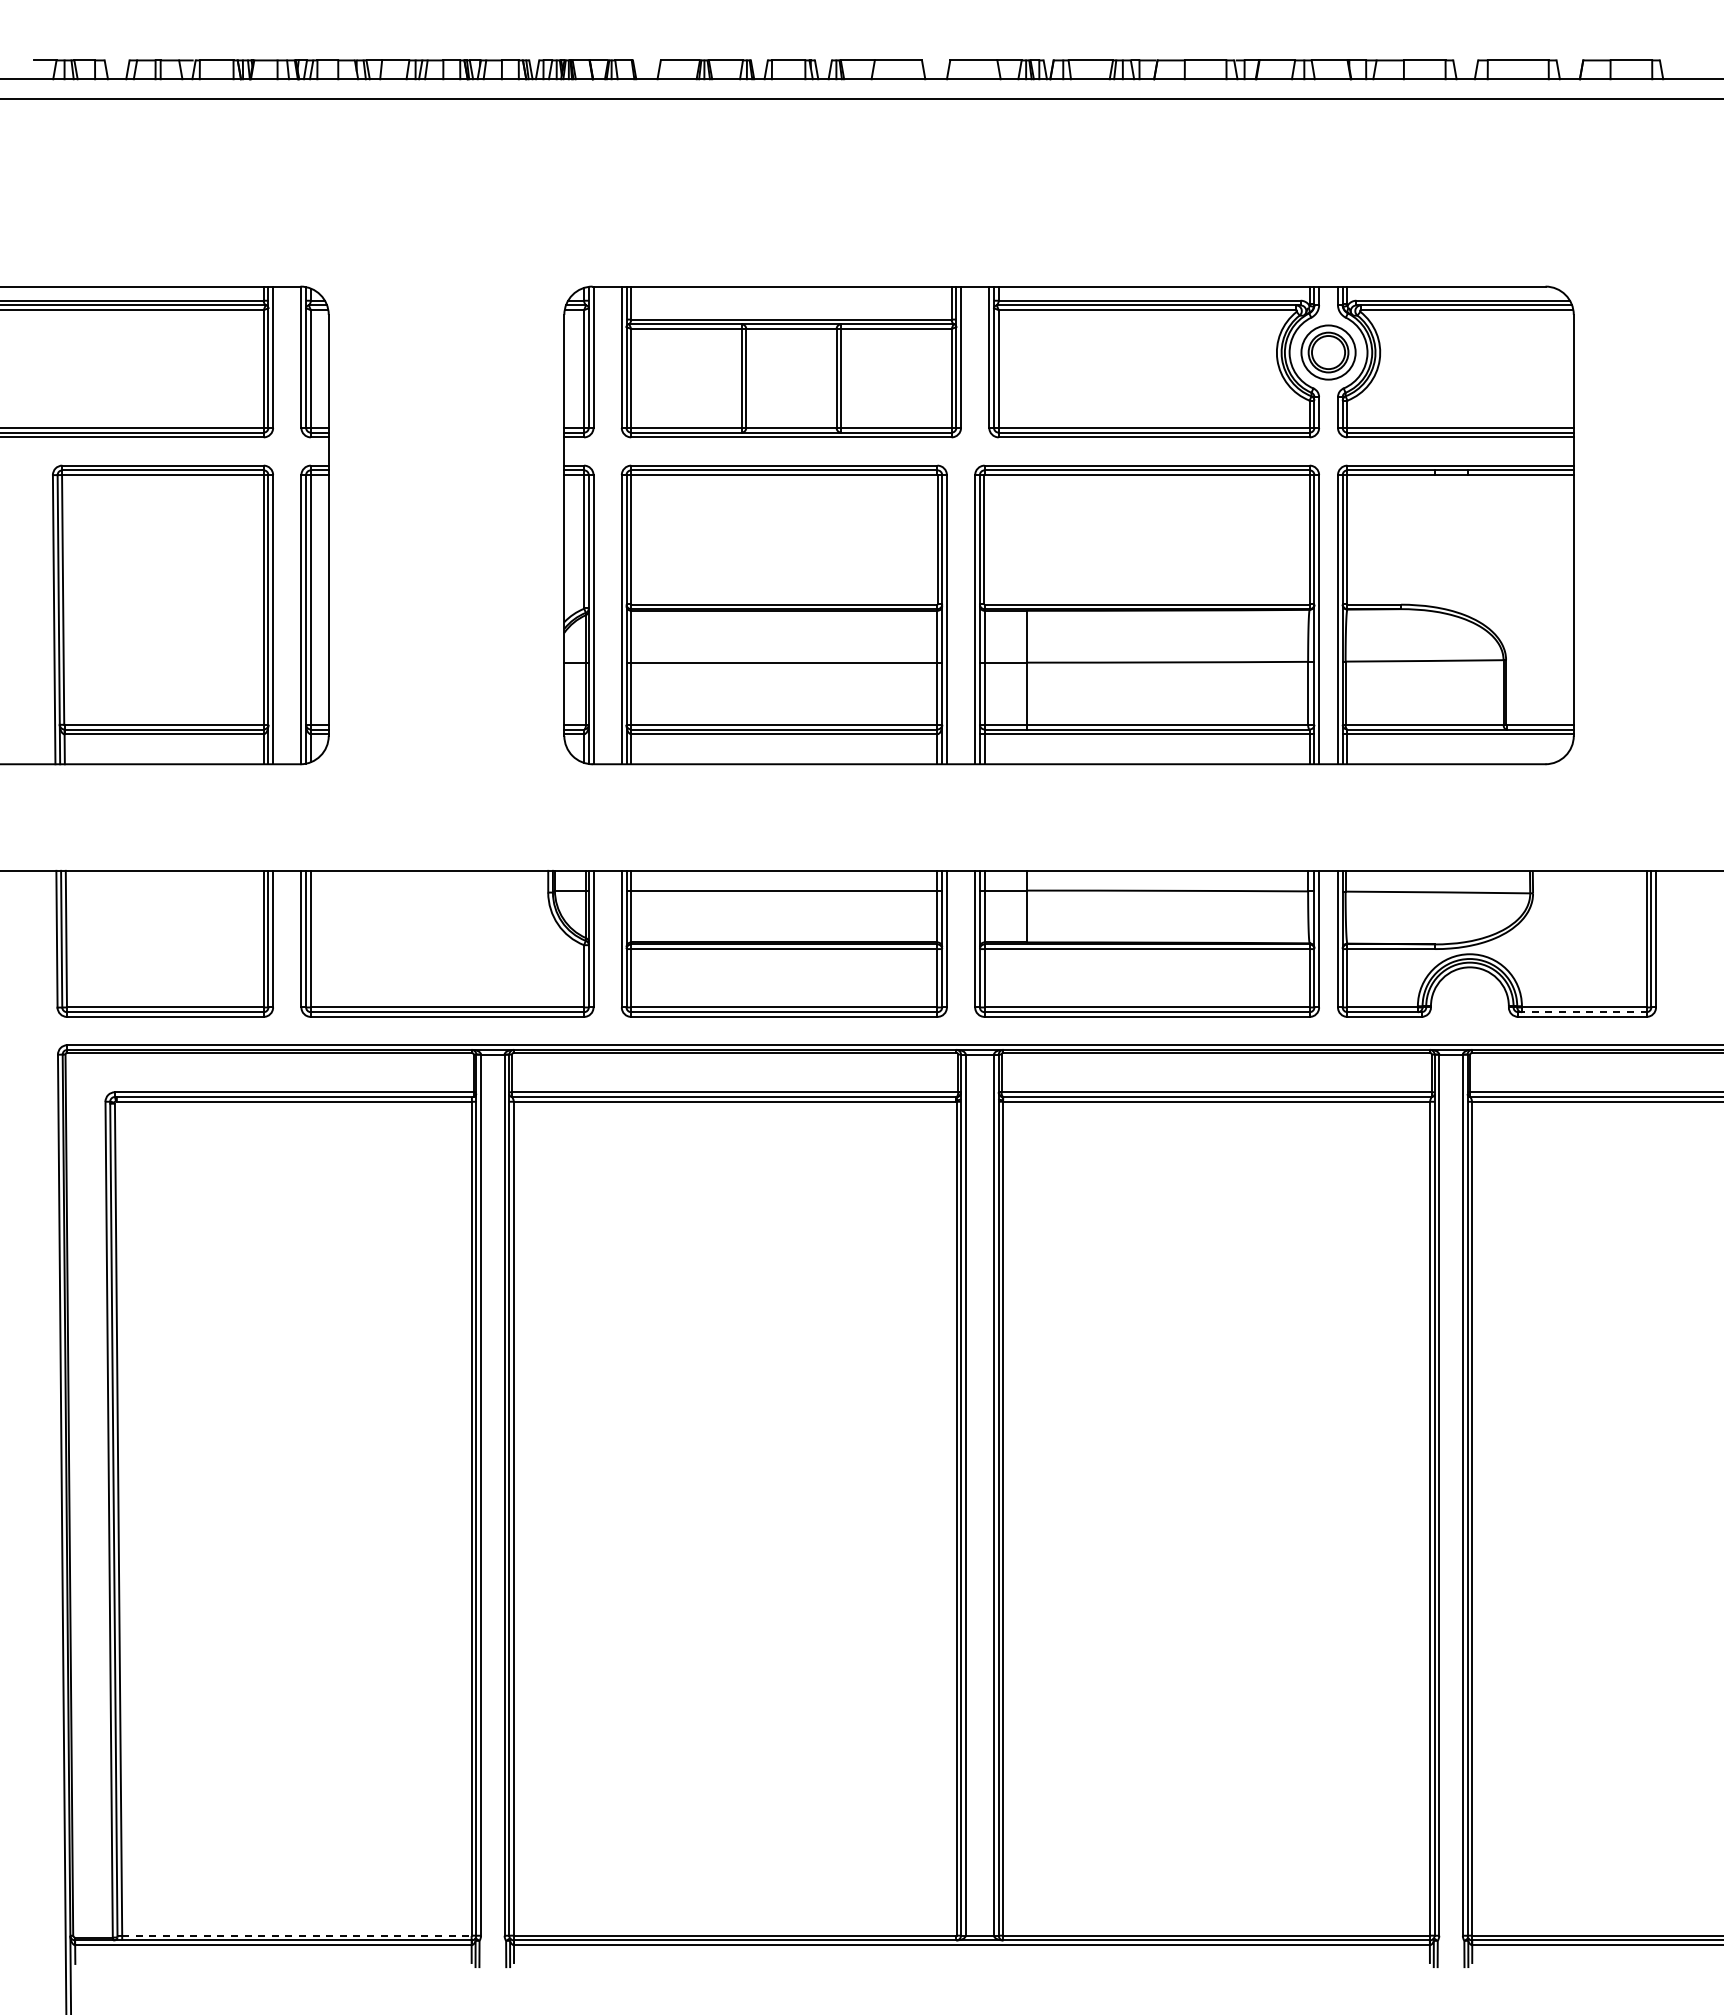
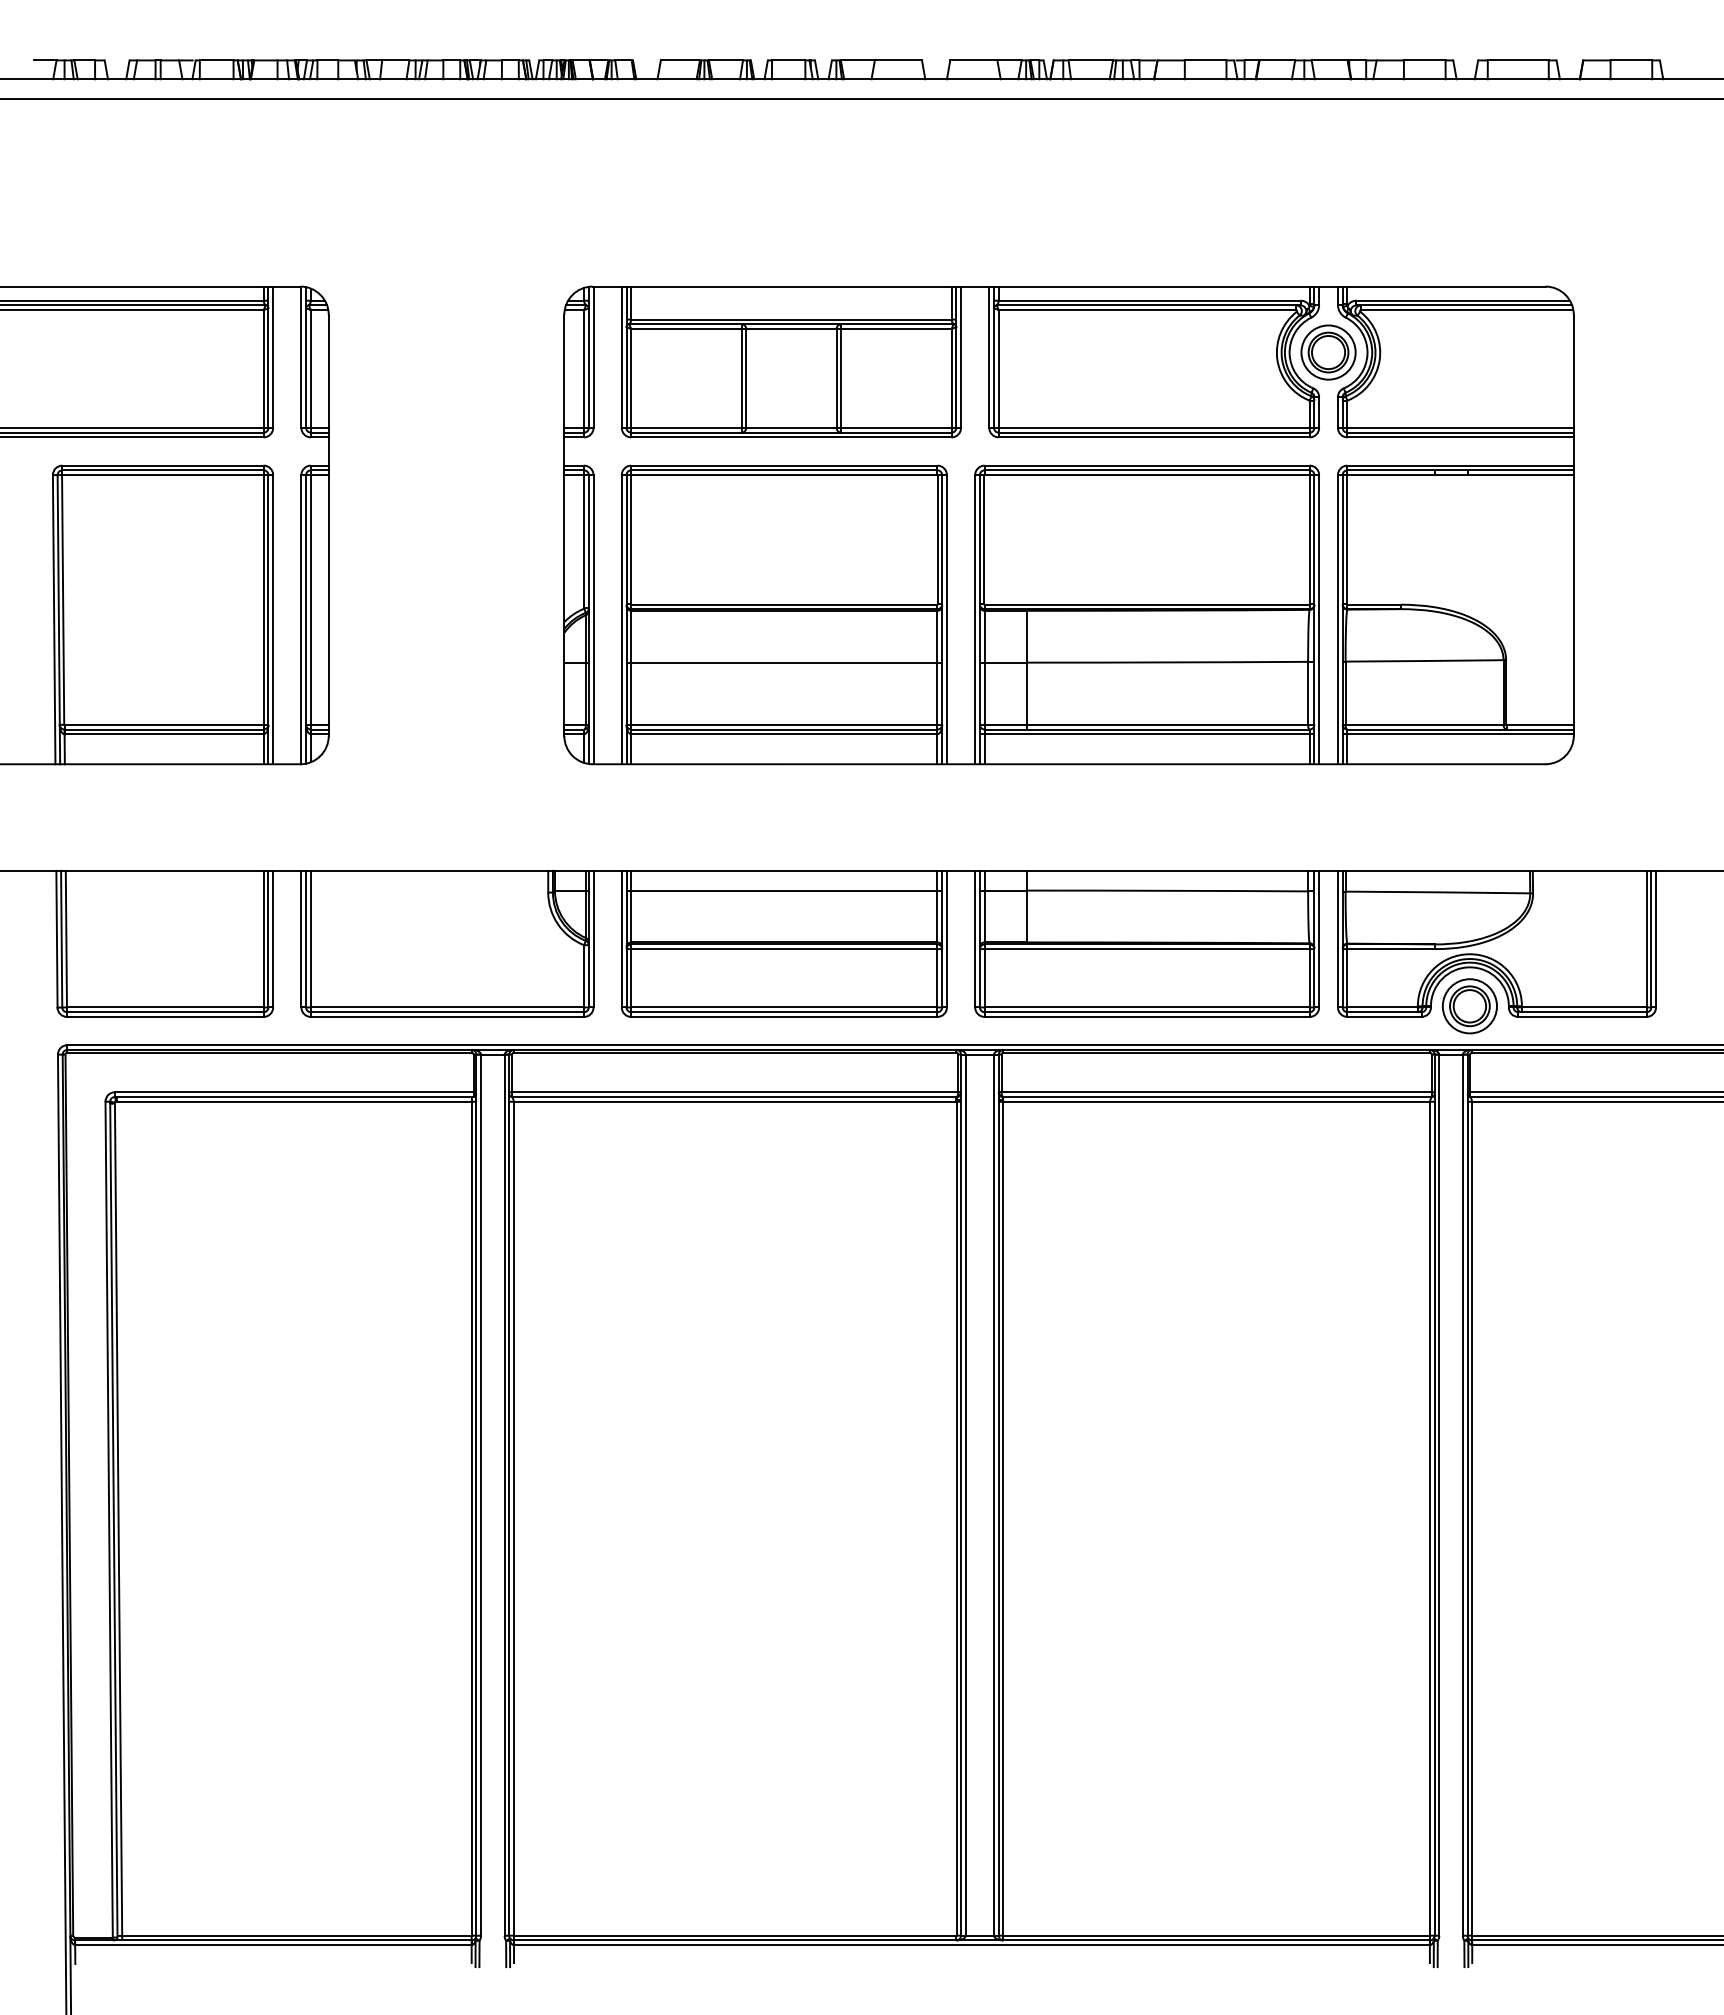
part at (1469, 1006): none -> present
line at (1582, 1012): dashed -> solid
line at (296, 1935): dashed -> solid
